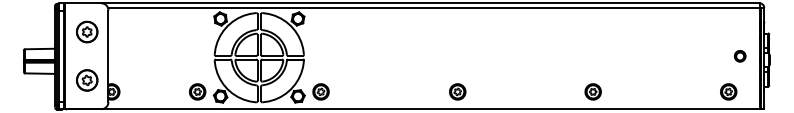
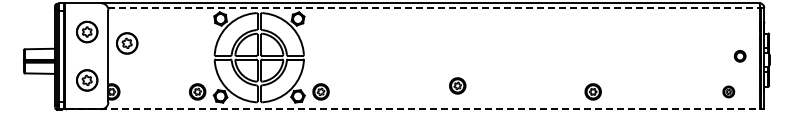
line at (434, 8): solid -> dashed
part at (127, 43): none -> present
part at (457, 91) position: (457, 91) -> (457, 85)
part at (728, 91) size: 18x18 px -> 14x14 px
line at (413, 109): solid -> dashed
